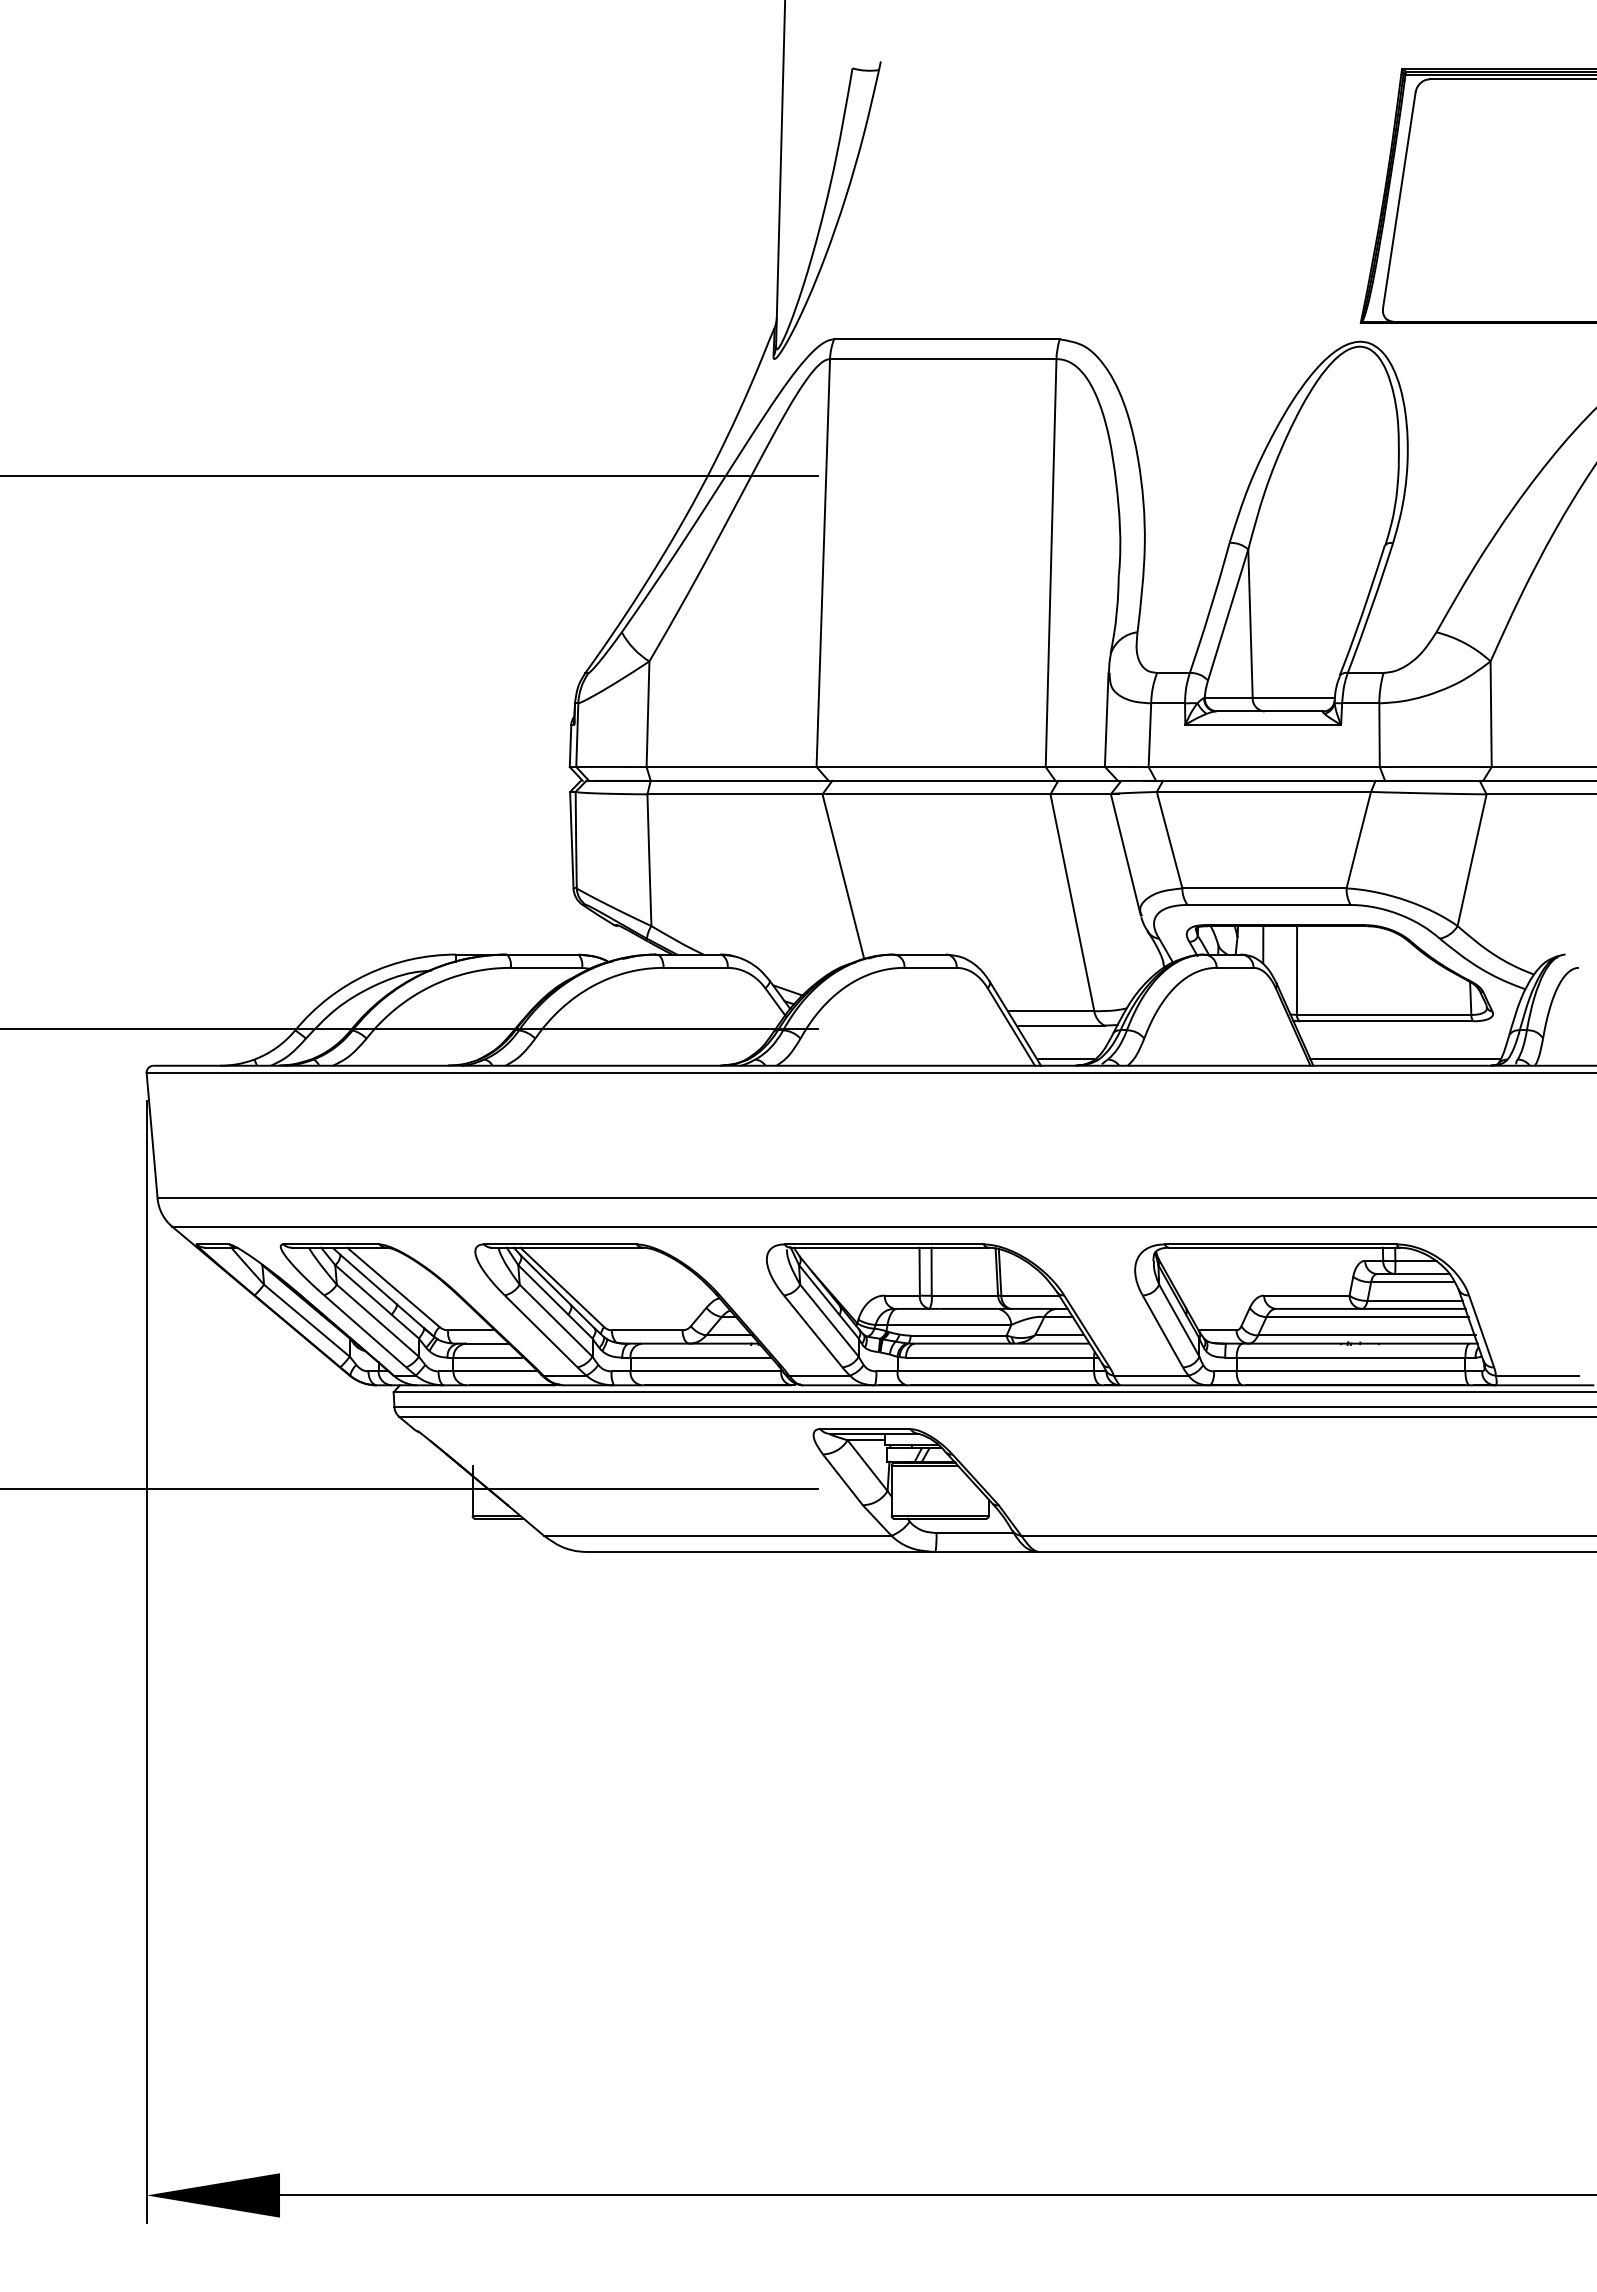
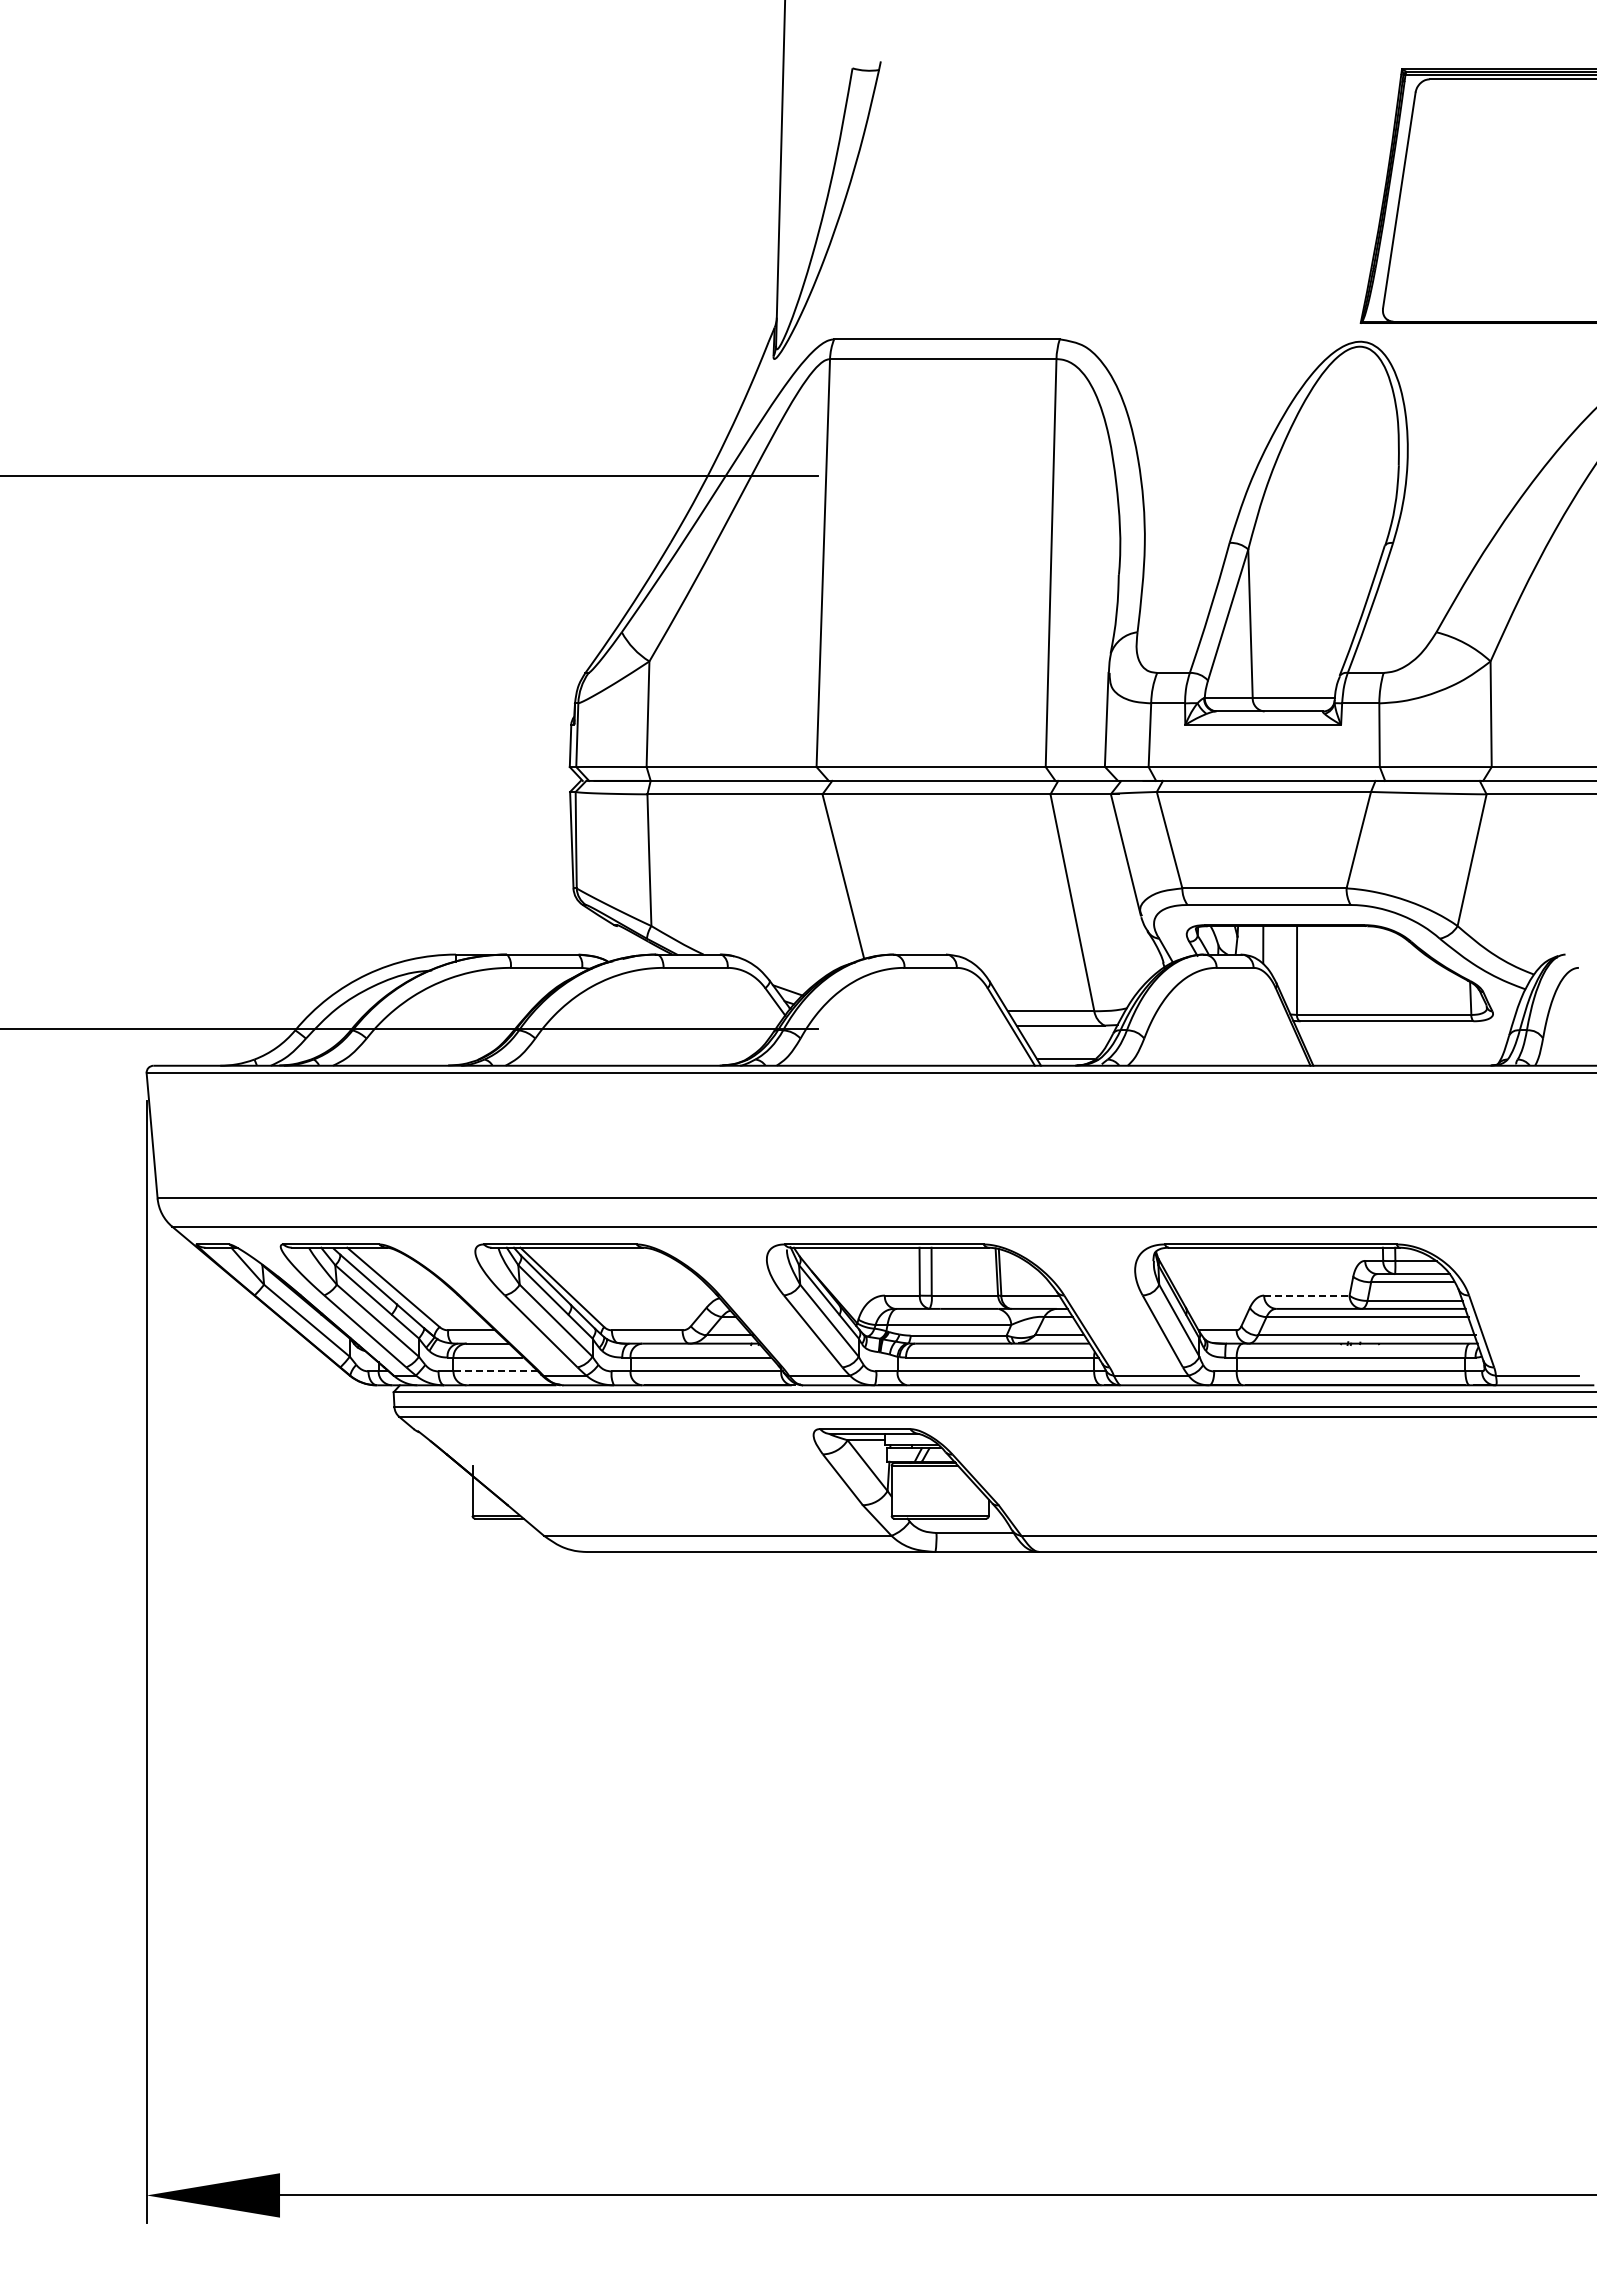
line at (1405, 1058): present -> none
line at (1306, 1295): solid -> dashed
line at (495, 1371): solid -> dashed
line at (409, 1489): present -> none
